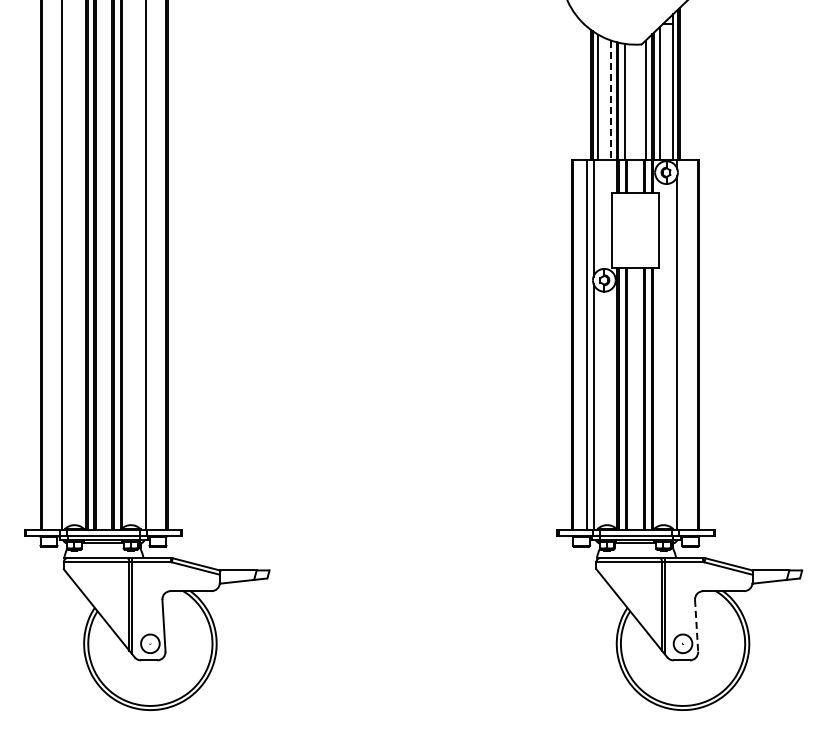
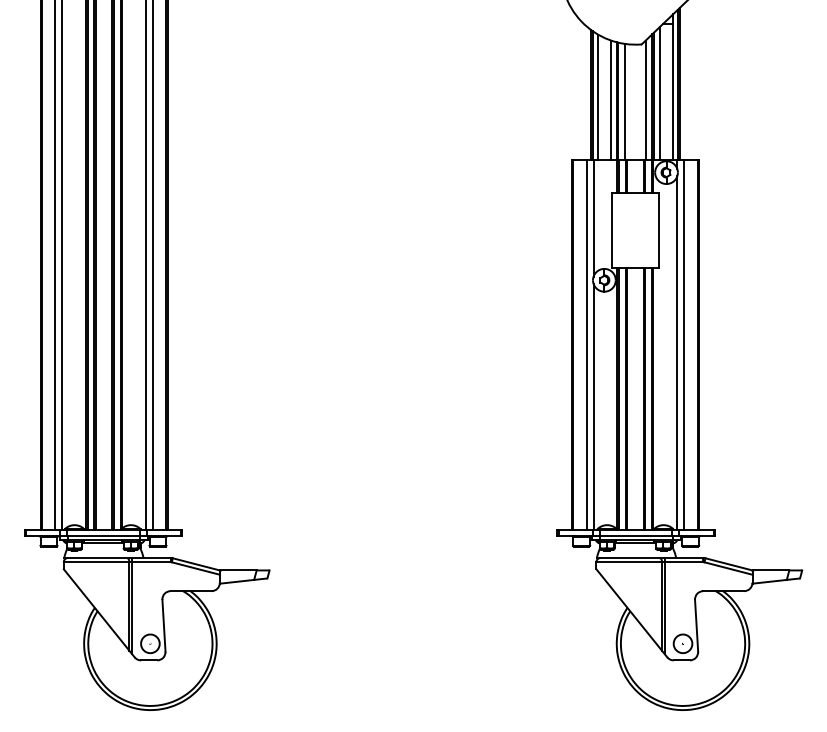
line at (610, 100): dashed -> solid
line at (55, 265): none -> present
line at (153, 265): none -> present
line at (684, 344): none -> present
line at (696, 625): dashed -> solid
